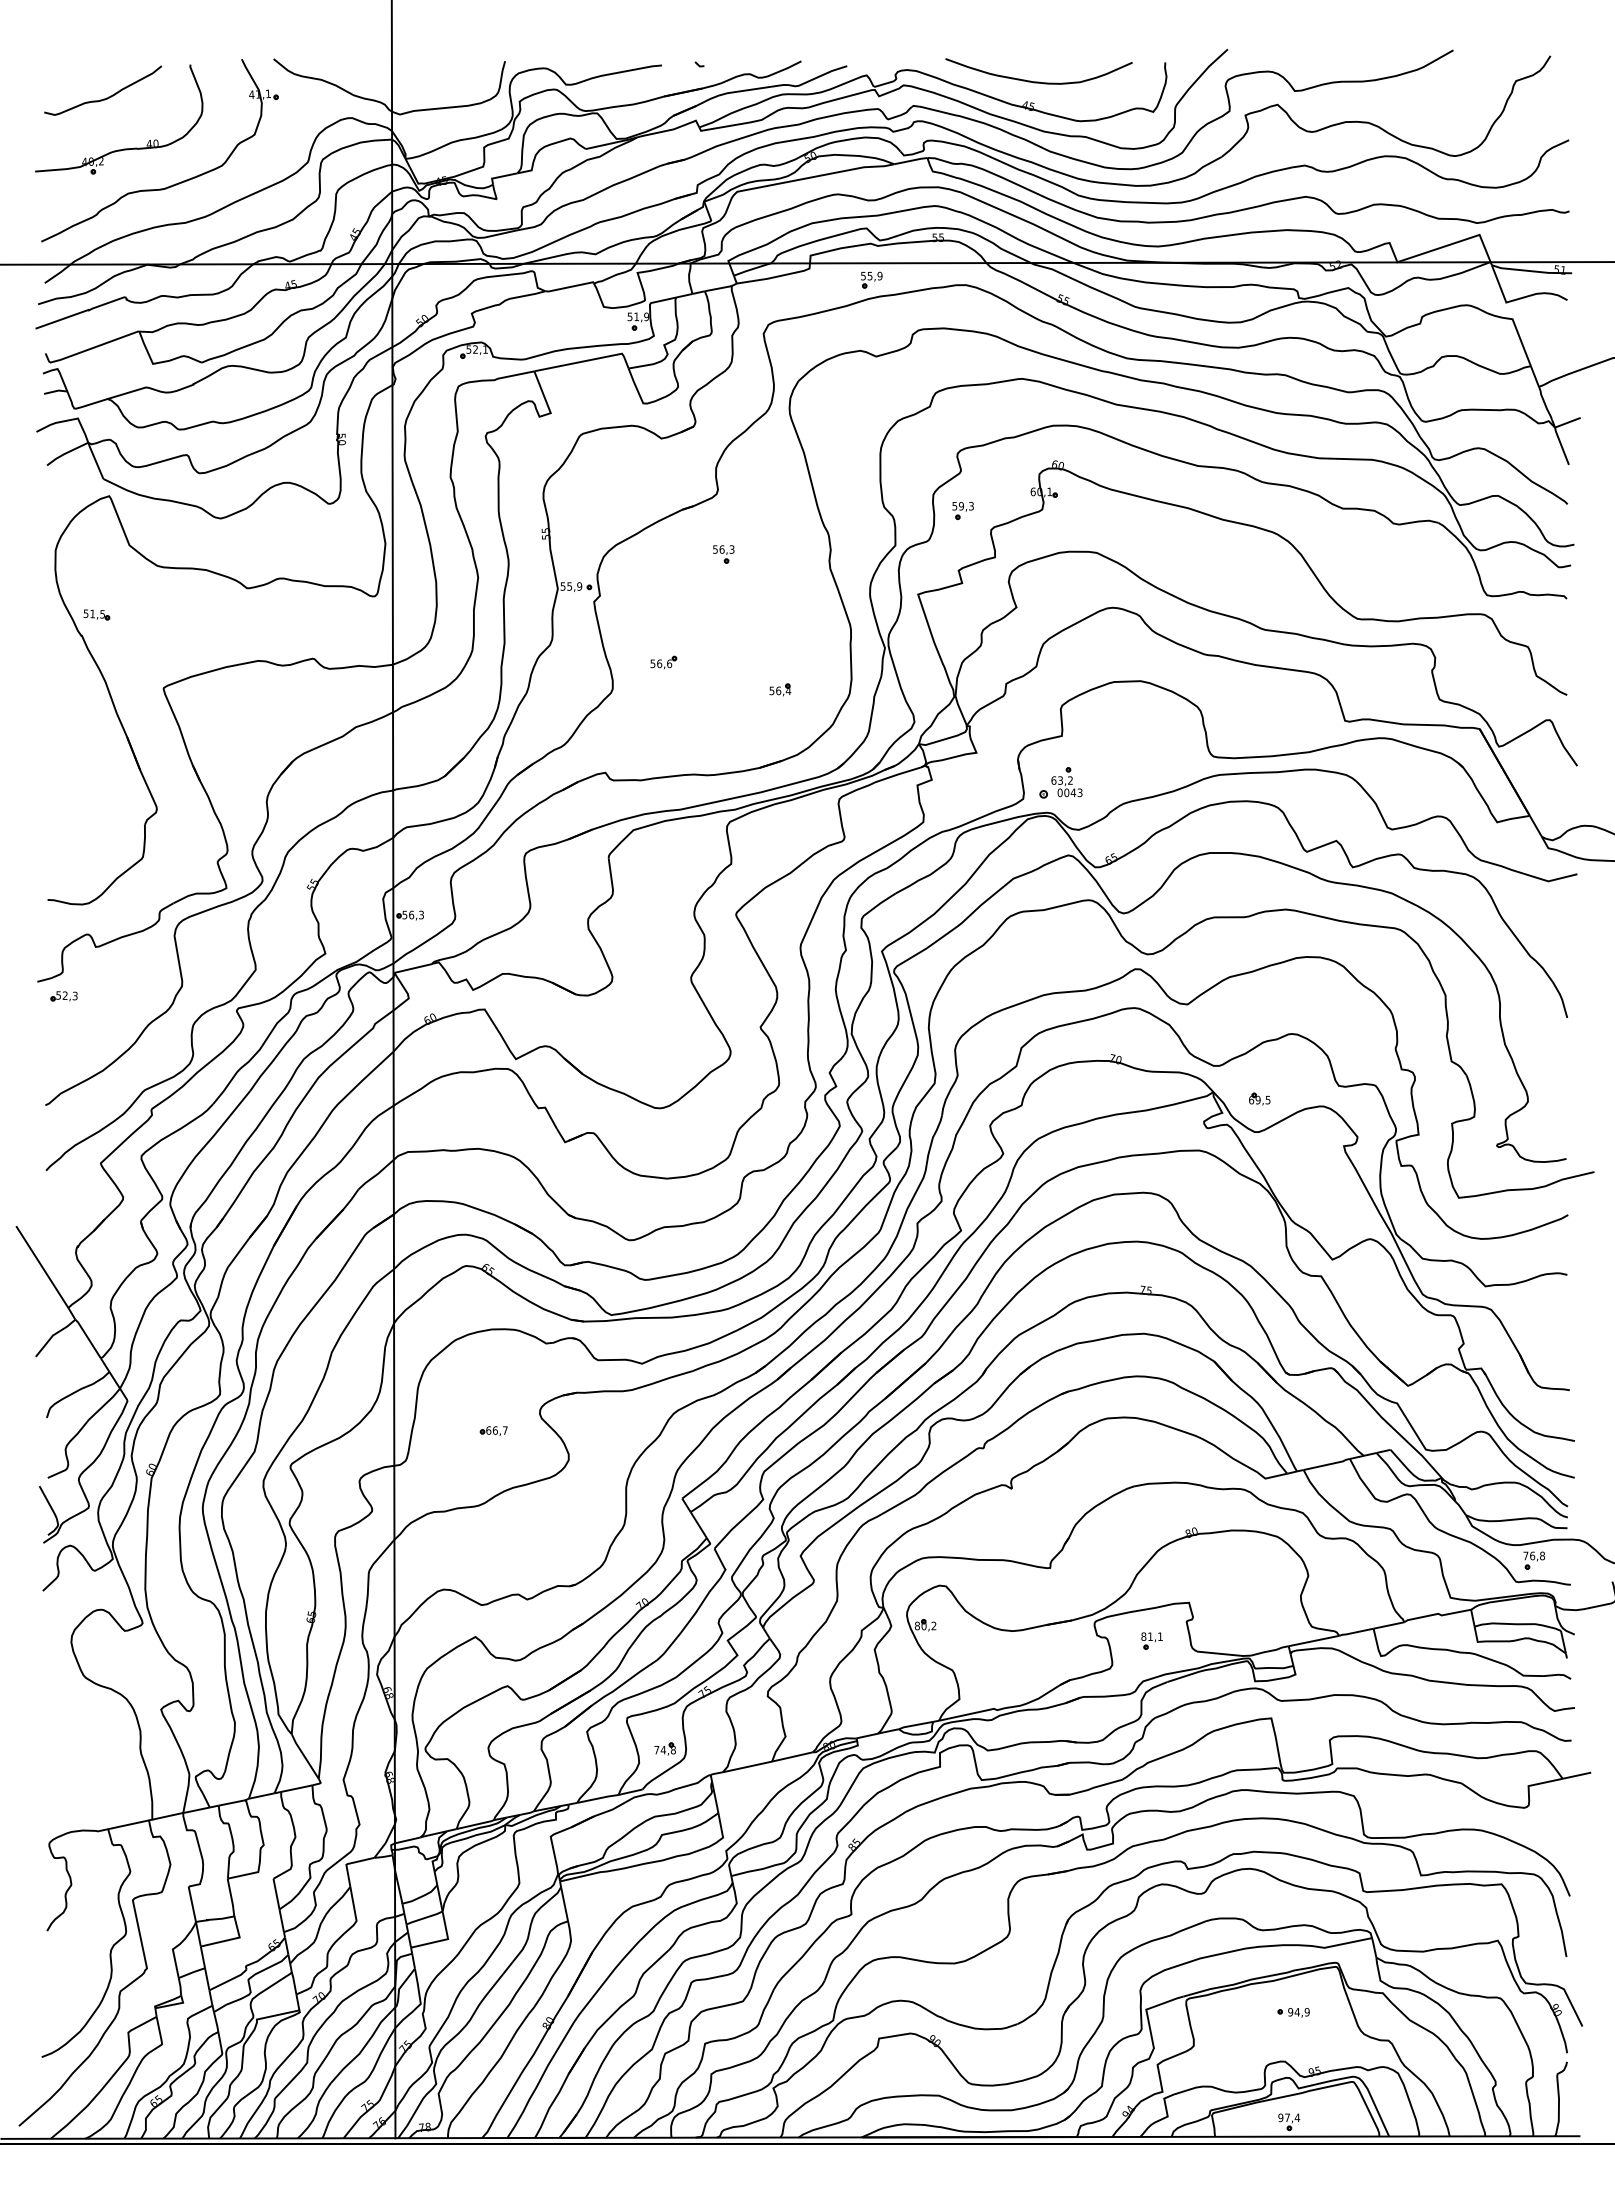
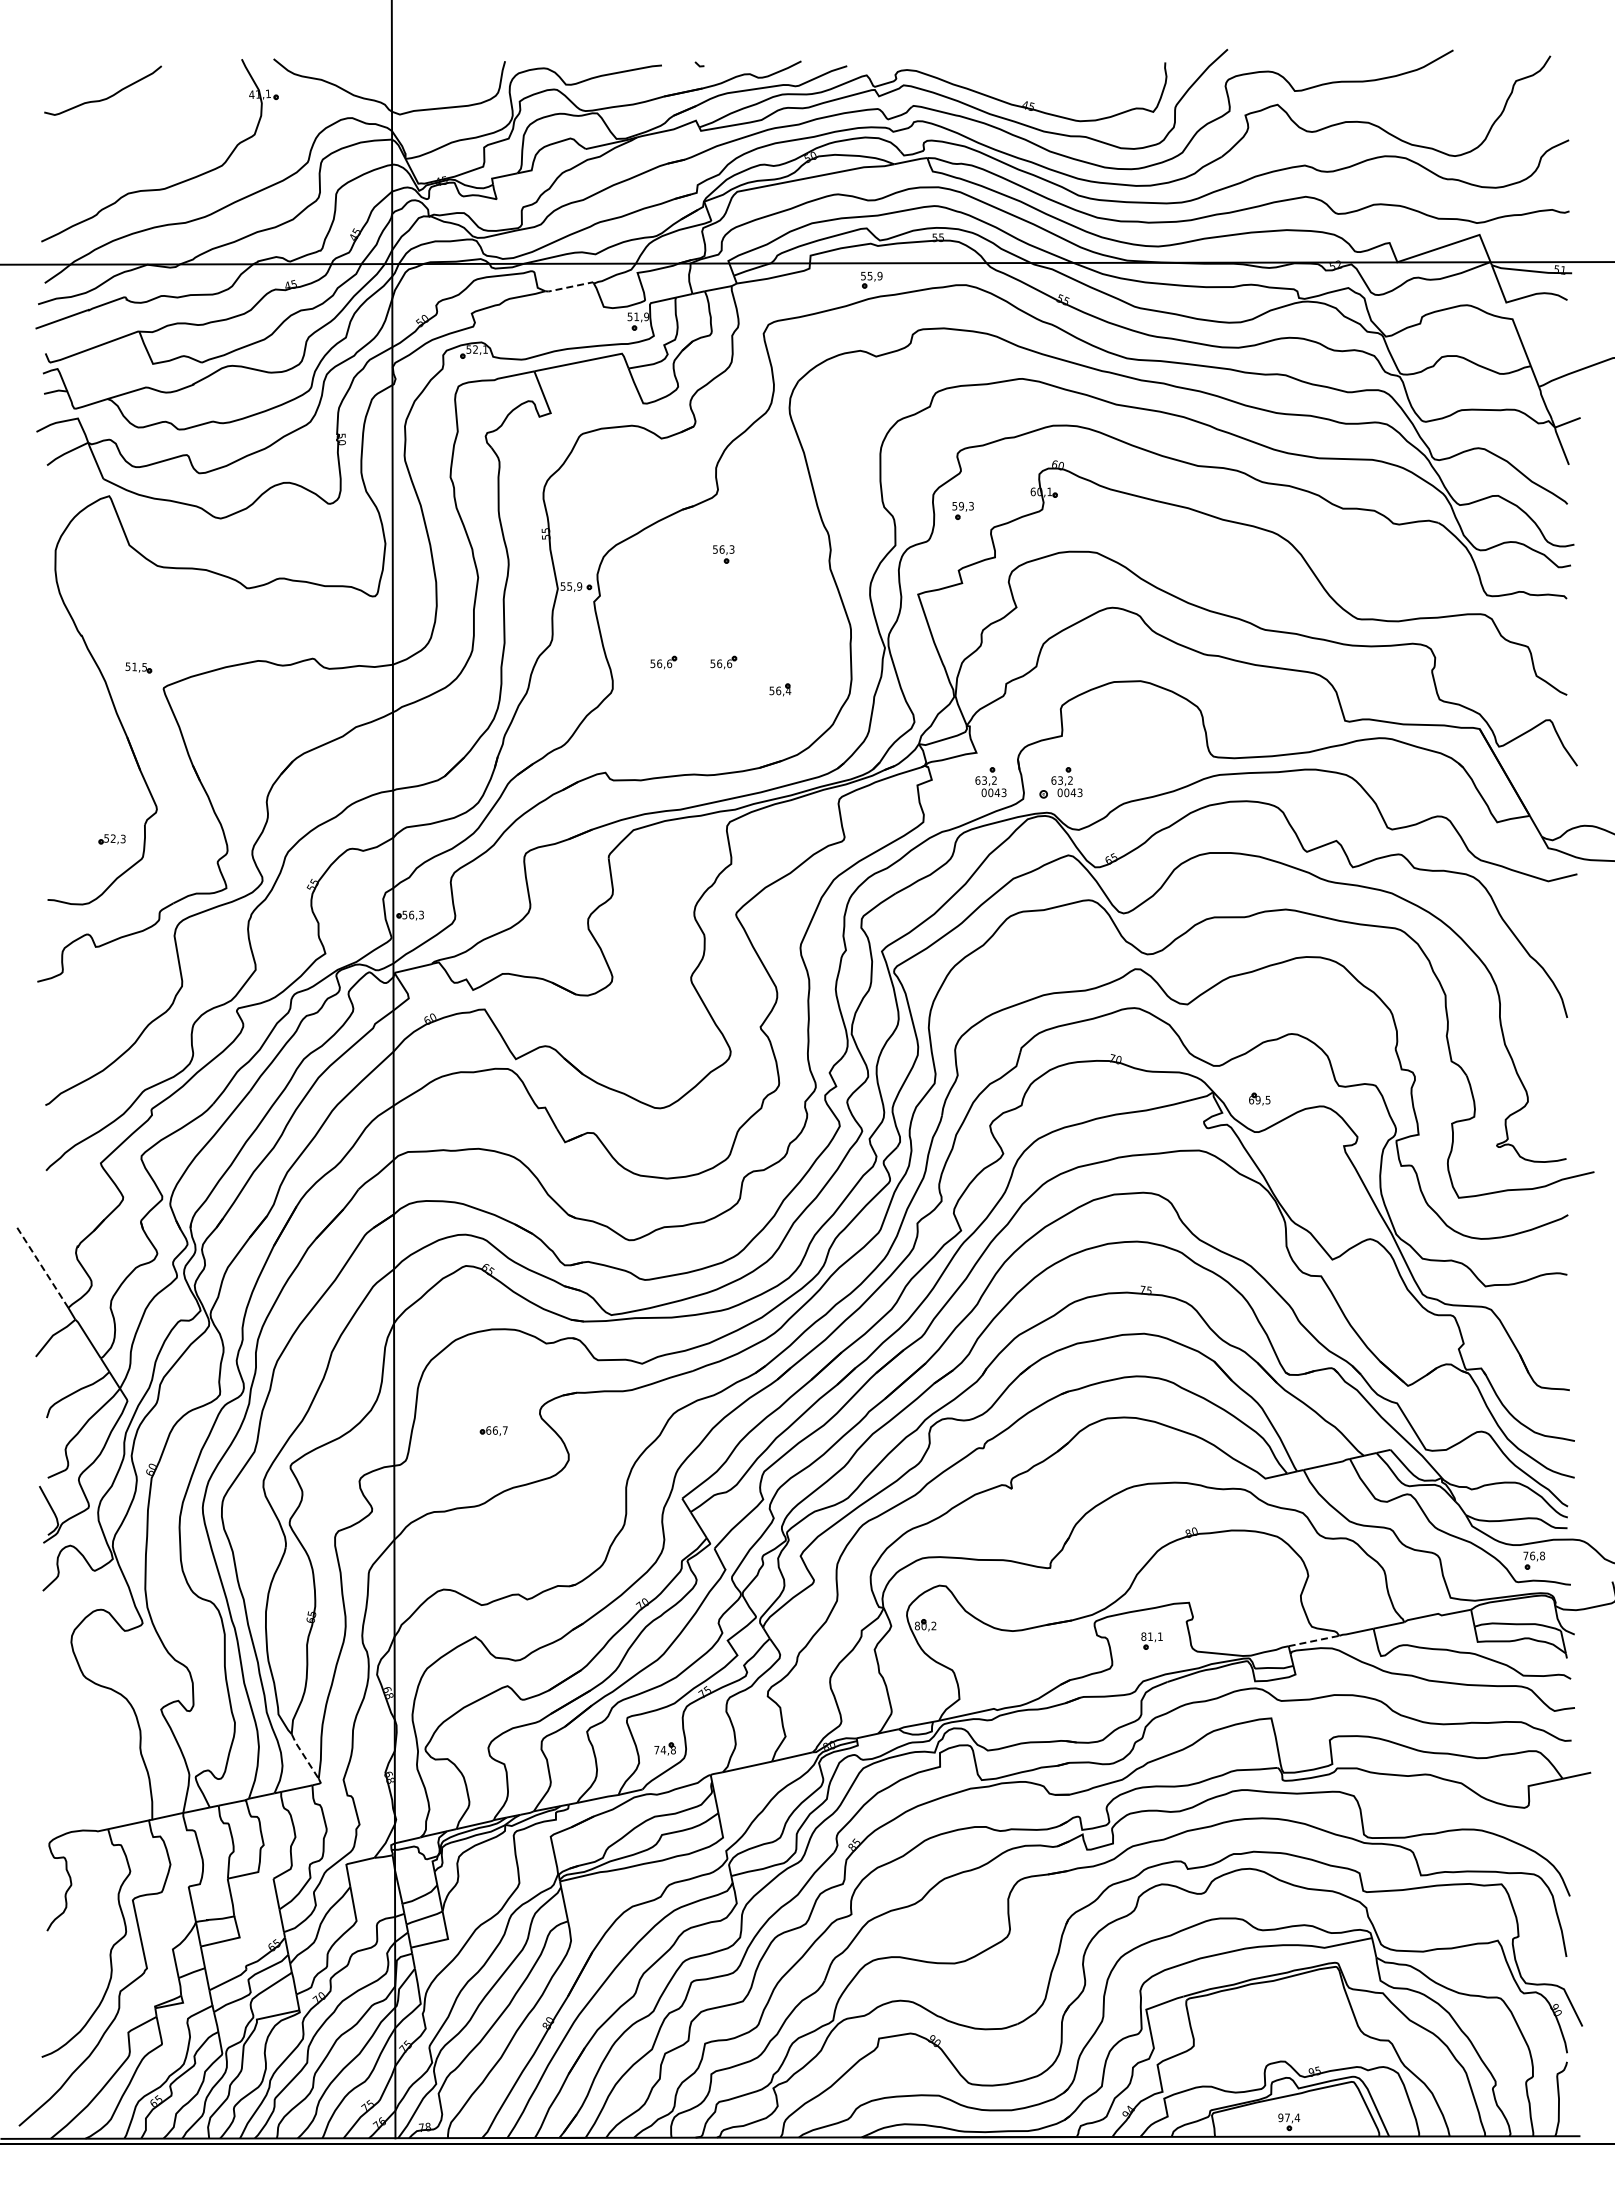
curve at (1038, 81): present -> none
part at (123, 148): present -> none
line at (569, 287): solid -> dashed
part at (96, 614) position: (96, 614) -> (138, 667)
part at (723, 662): none -> present
part at (990, 782): none -> present
part at (63, 996) position: (63, 996) -> (111, 839)
line at (42, 1266): solid -> dashed
line at (1314, 1640): solid -> dashed
line at (304, 1756): solid -> dashed
part at (1293, 2012): present -> none
